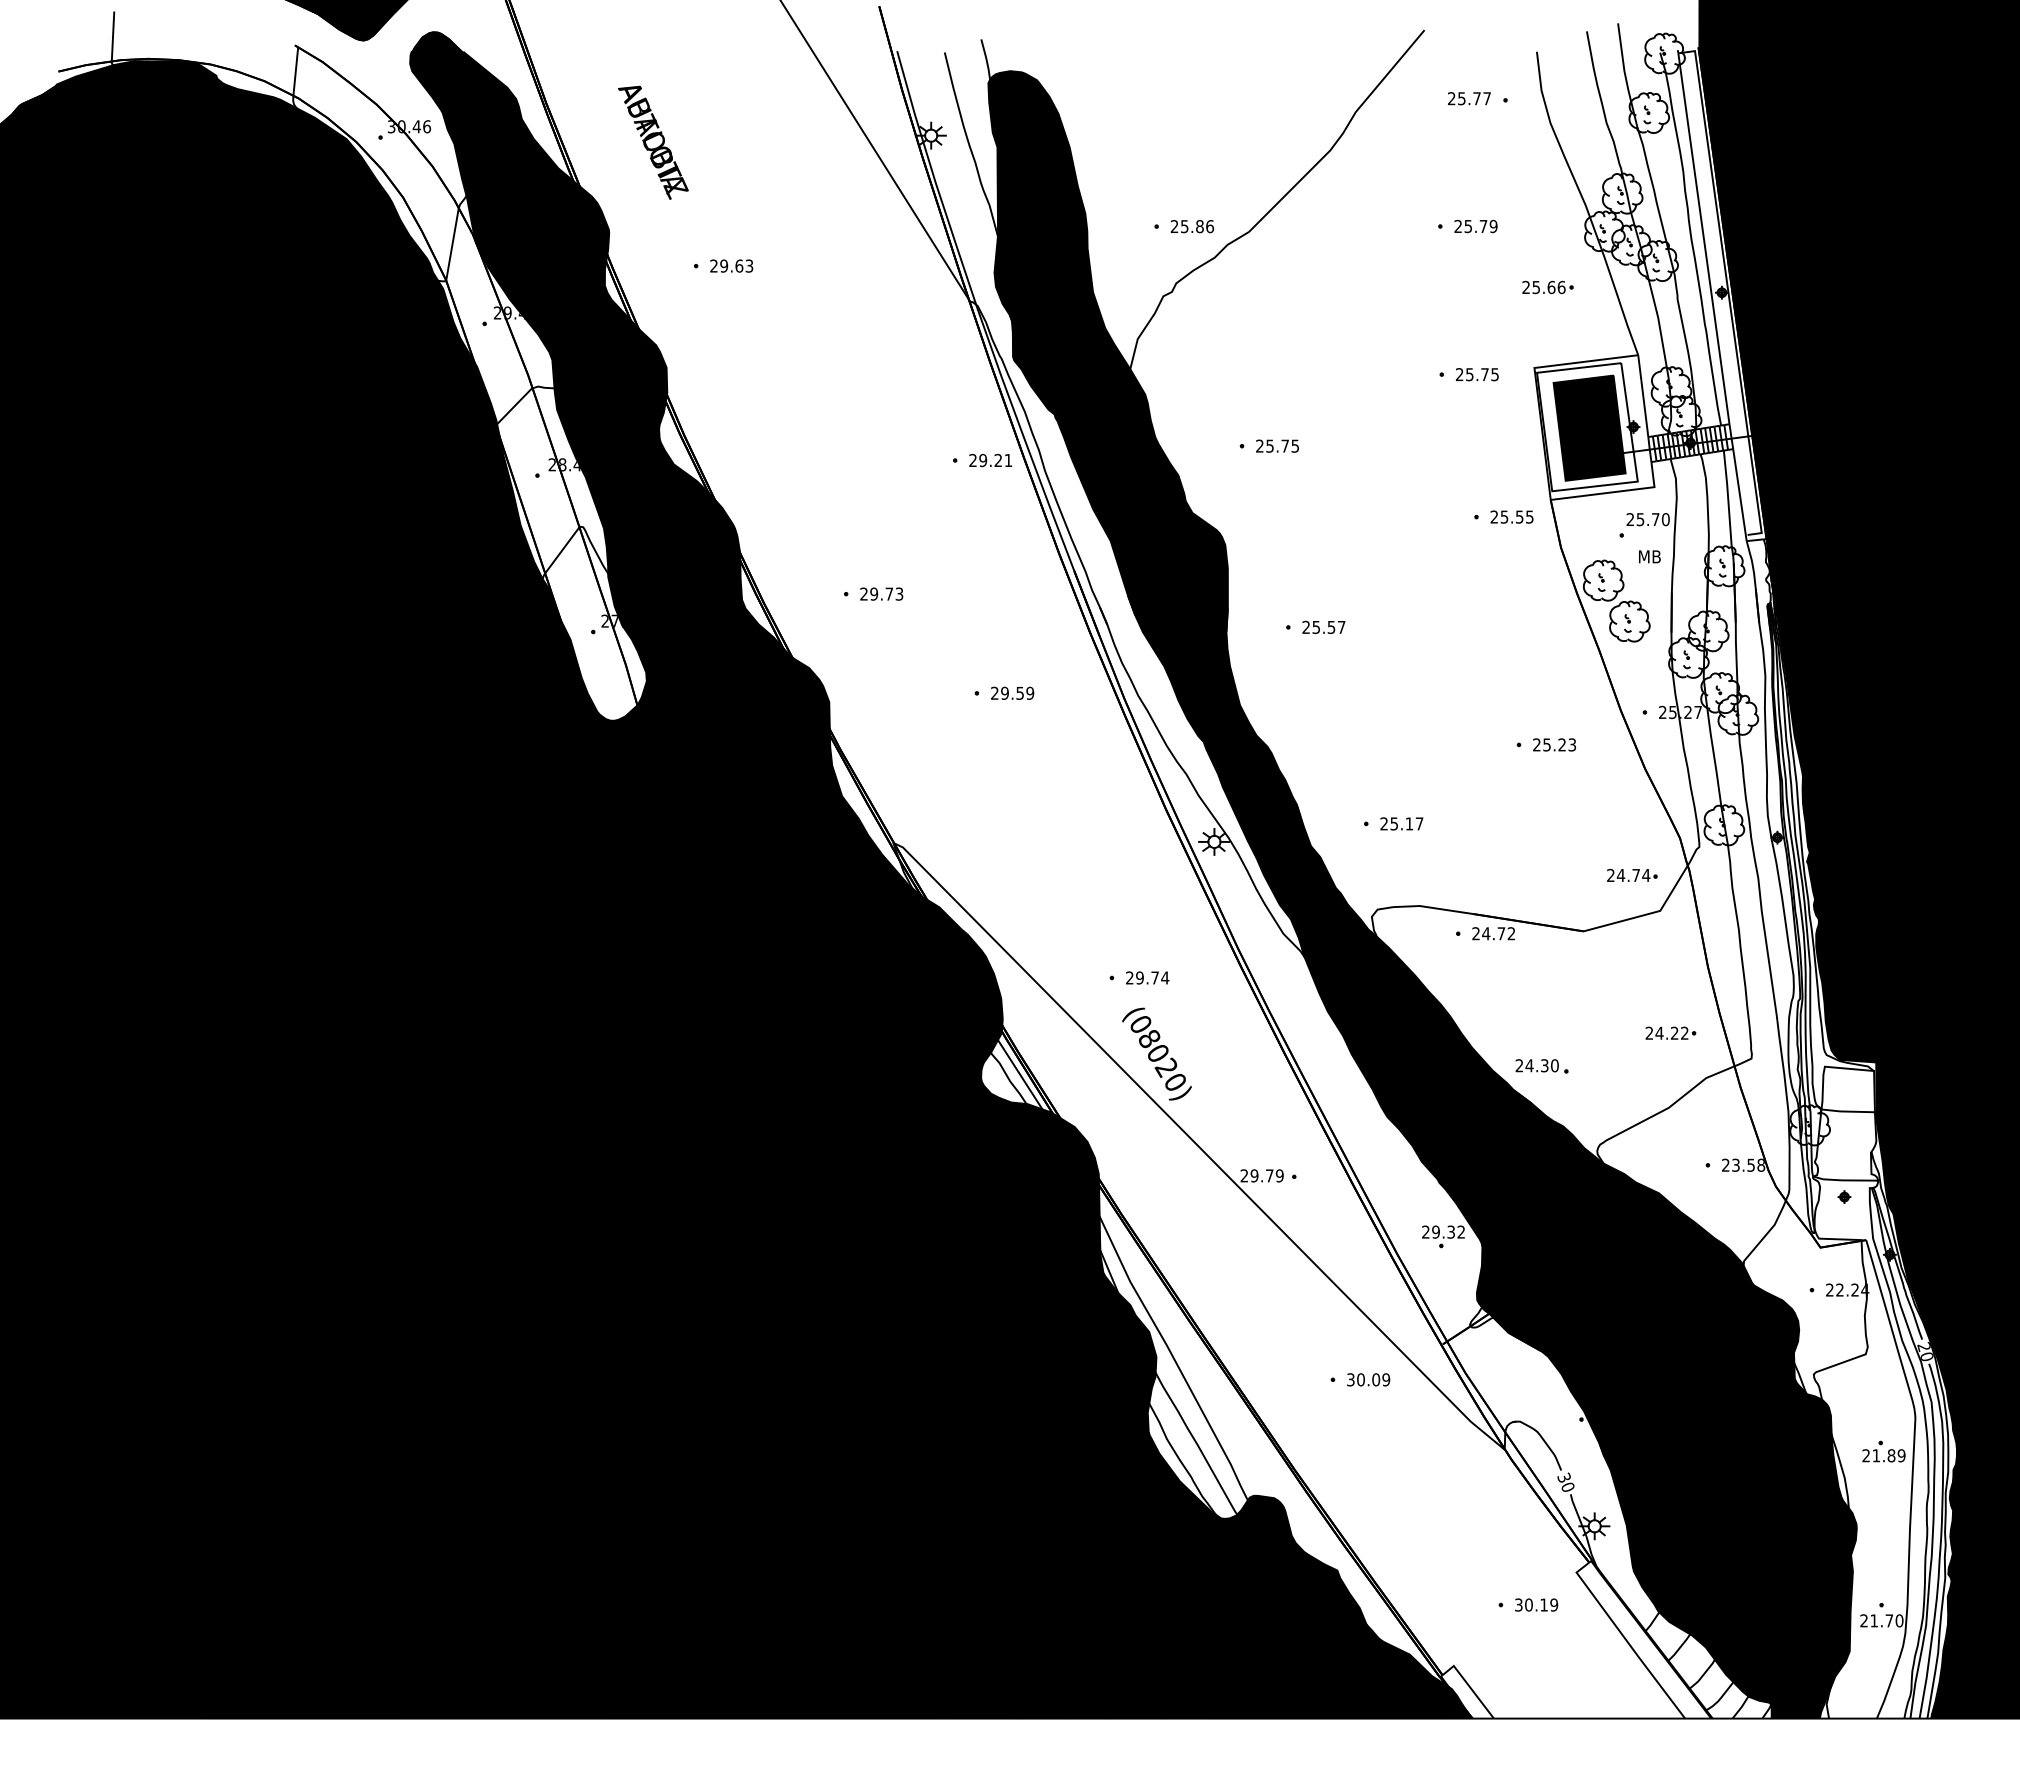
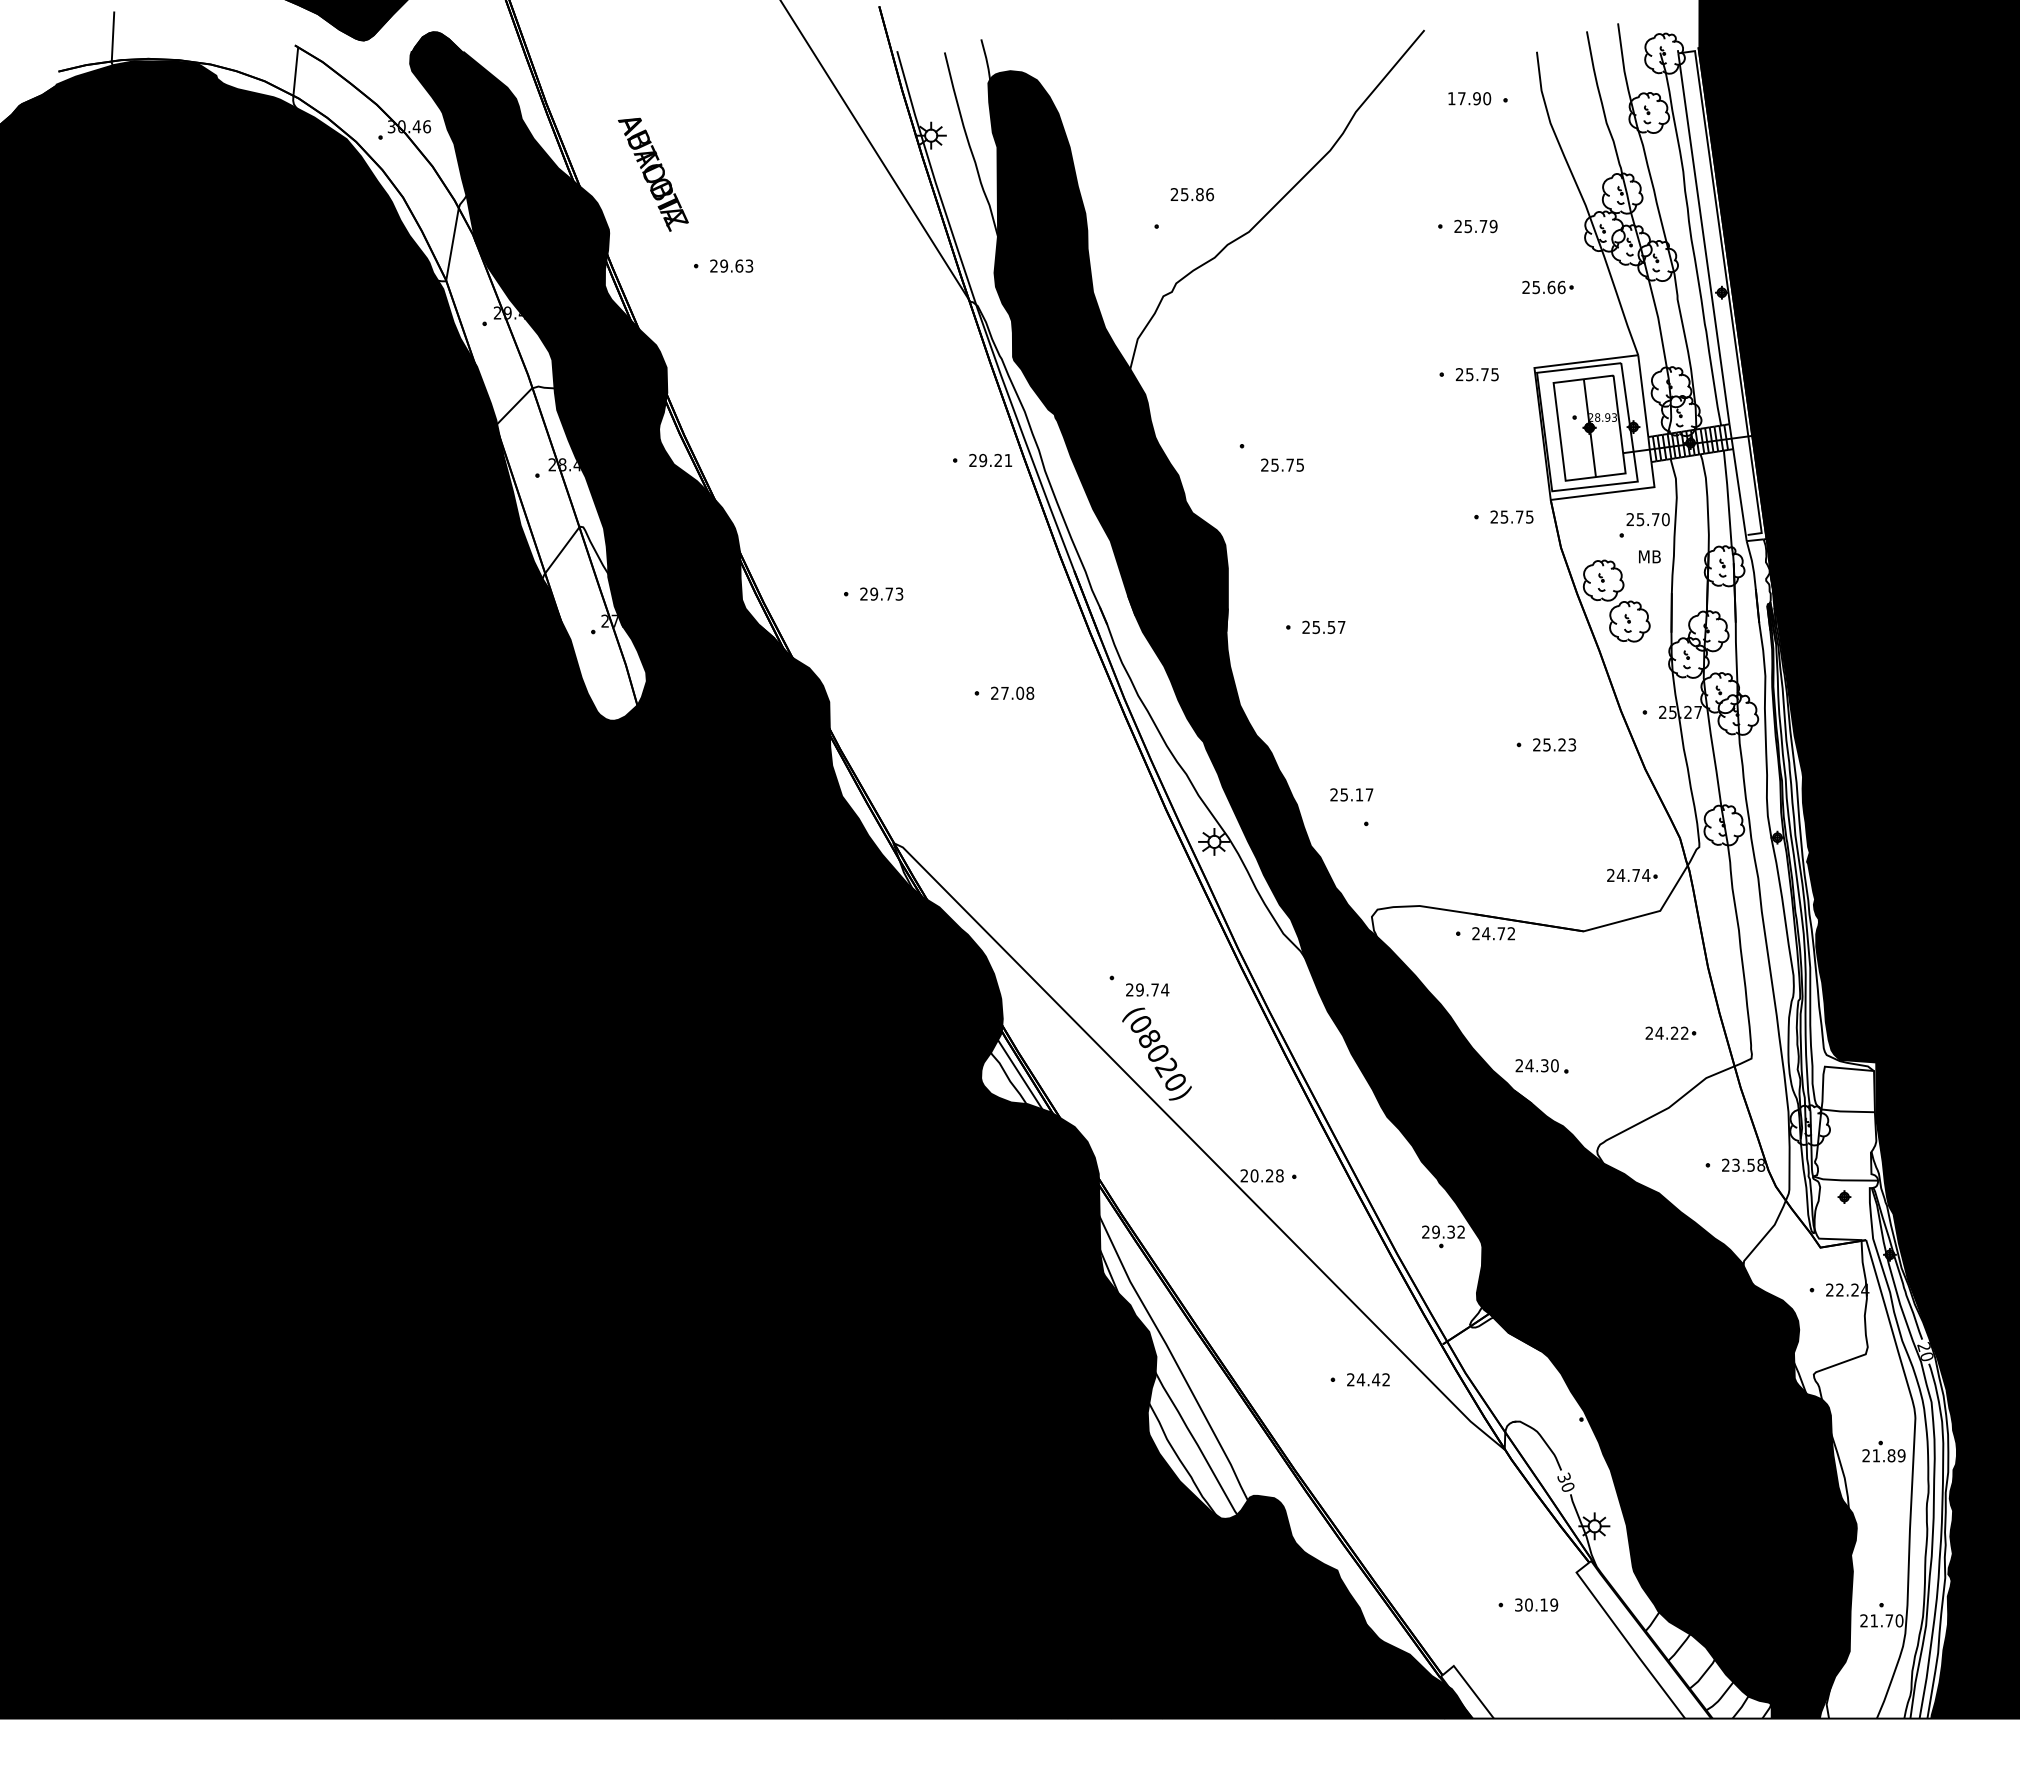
text at (1469, 98): 25.77 -> 17.90
text at (653, 142) position: (653, 142) -> (653, 174)
text at (1191, 226) position: (1191, 226) -> (1191, 194)
fill at (1589, 427): present -> none
text at (1277, 445) position: (1277, 445) -> (1282, 464)
text at (1519, 516): 25.55 -> 25.75
text at (1017, 692): 29.59 -> 27.08
text at (1401, 823) position: (1401, 823) -> (1351, 794)
text at (1147, 977) position: (1147, 977) -> (1147, 989)
text at (1266, 1175): 29.79 -> 20.28
text at (1368, 1379): 30.09 -> 24.42
